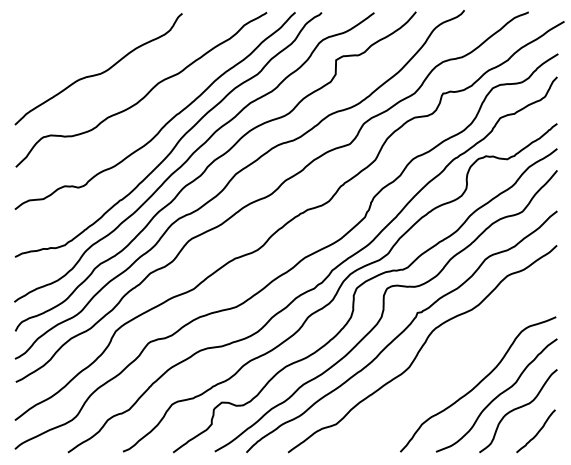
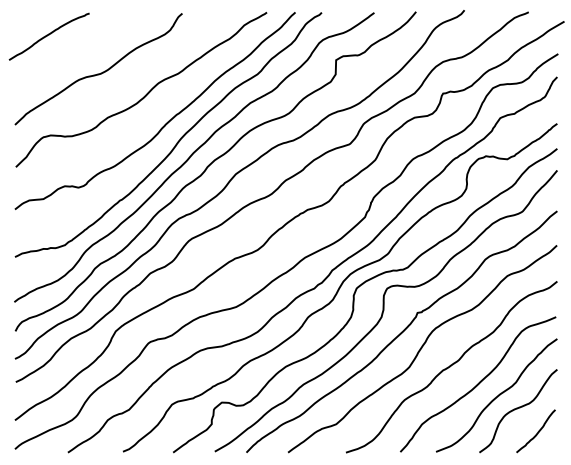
curve at (48, 35): none -> present
curve at (451, 366): none -> present
